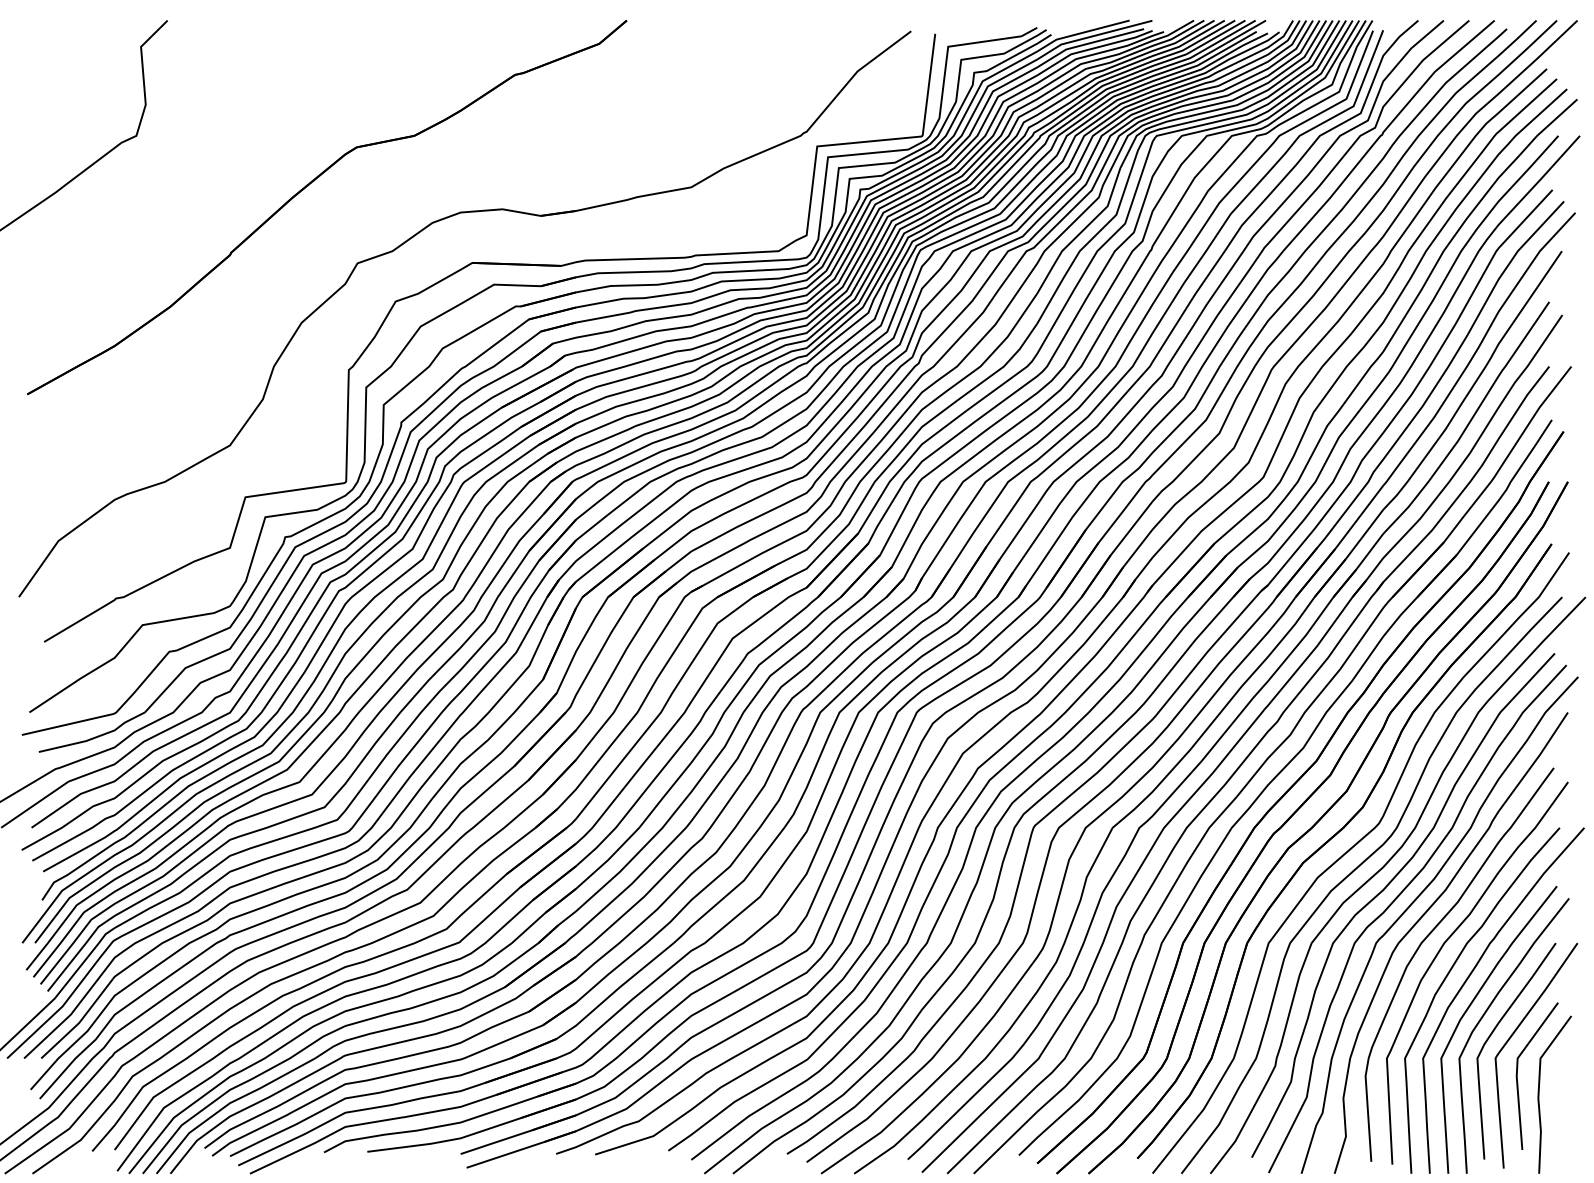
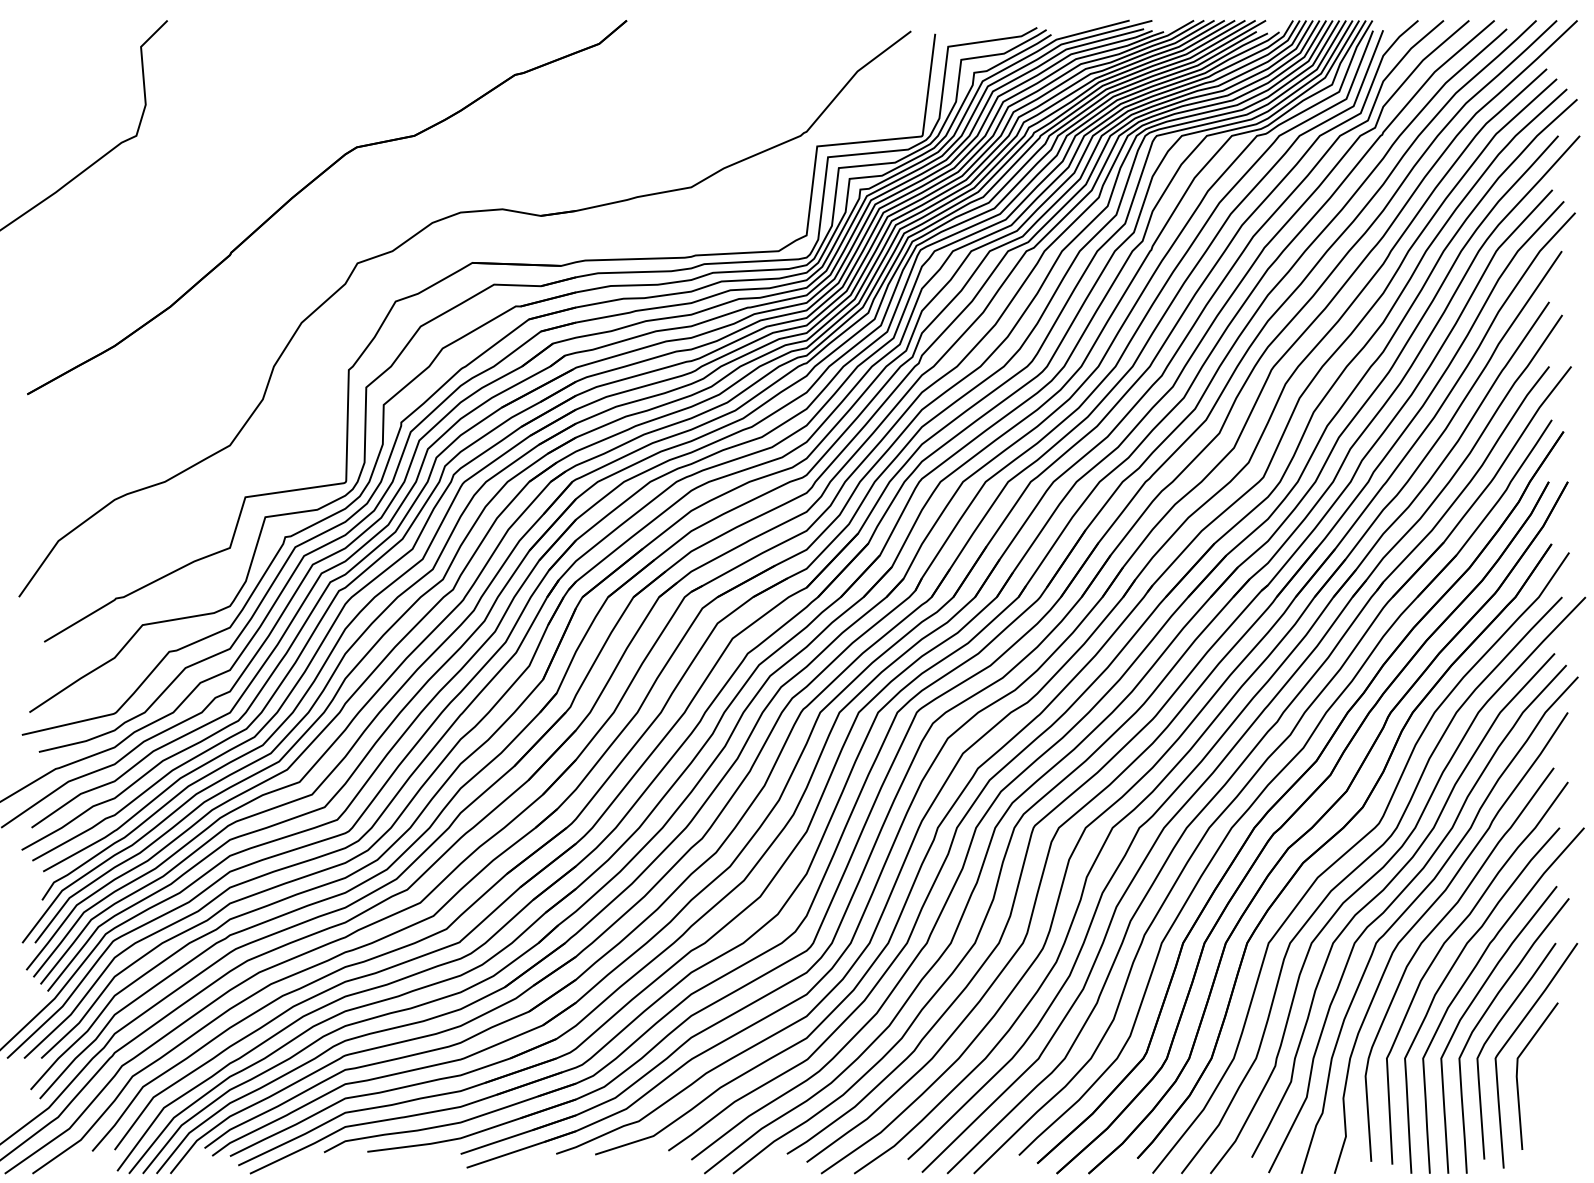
line at (1539, 1094): present -> none
